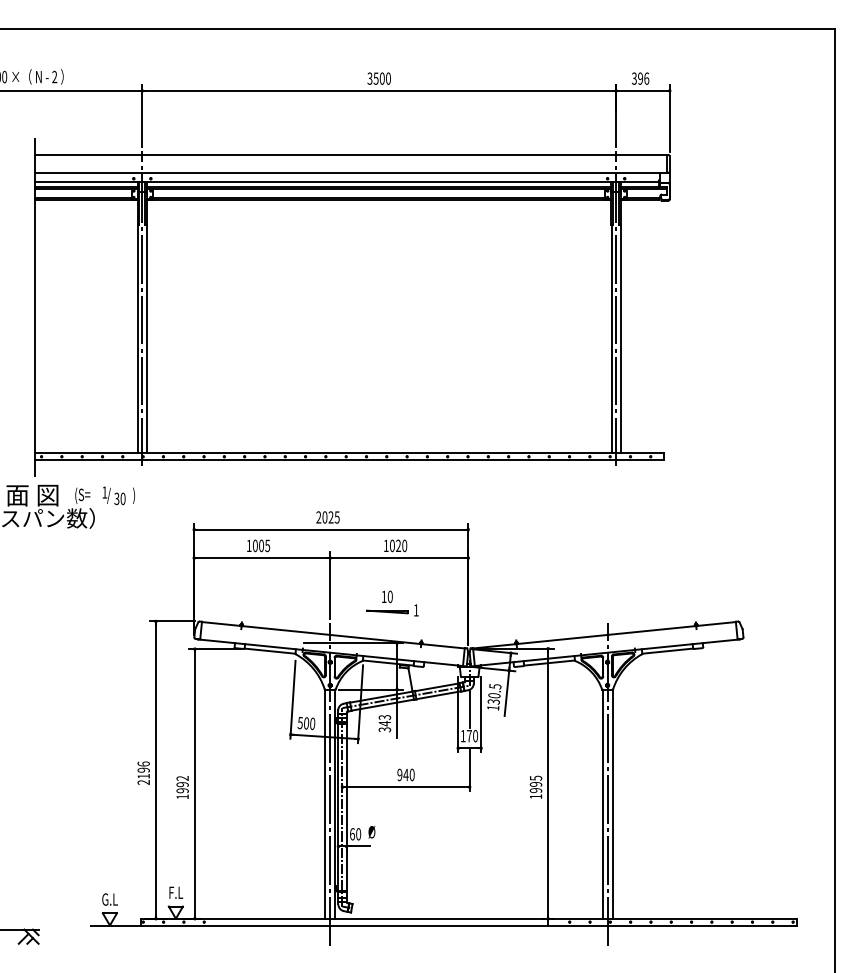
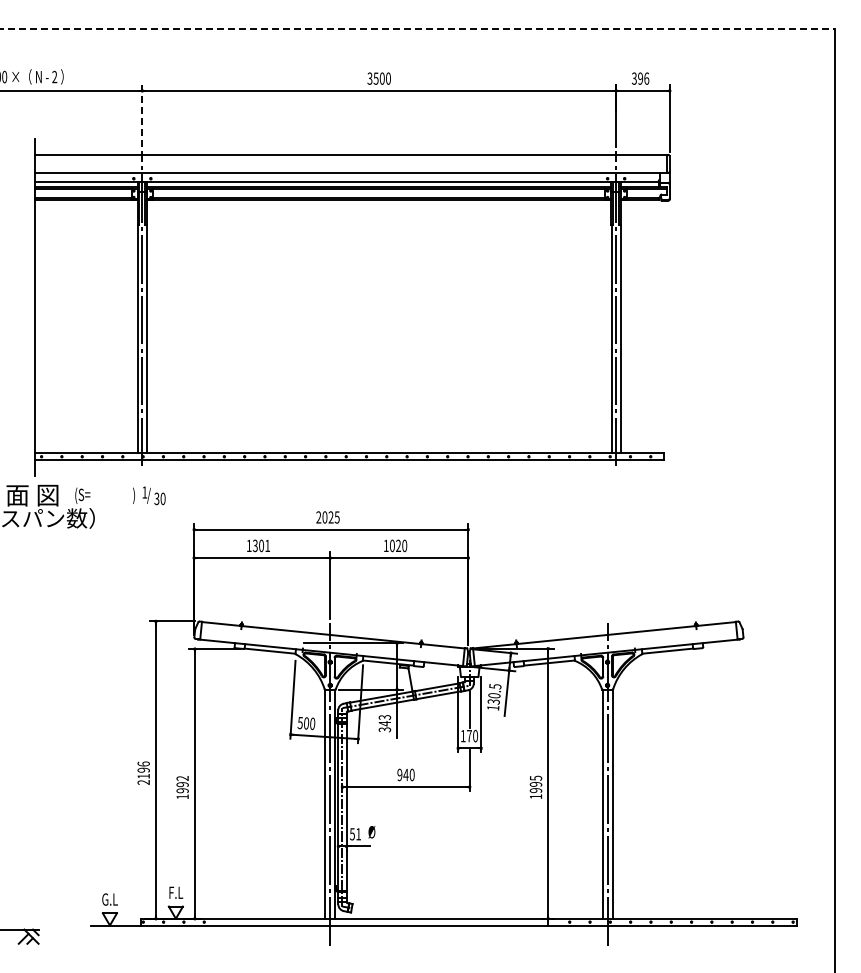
line at (418, 29): solid -> dashed
line at (142, 115): solid -> dashed
text at (113, 495) position: (113, 495) -> (153, 495)
text at (261, 545): 1005 -> 1301
part at (392, 603): present -> none
text at (355, 834): 60 -> 51
